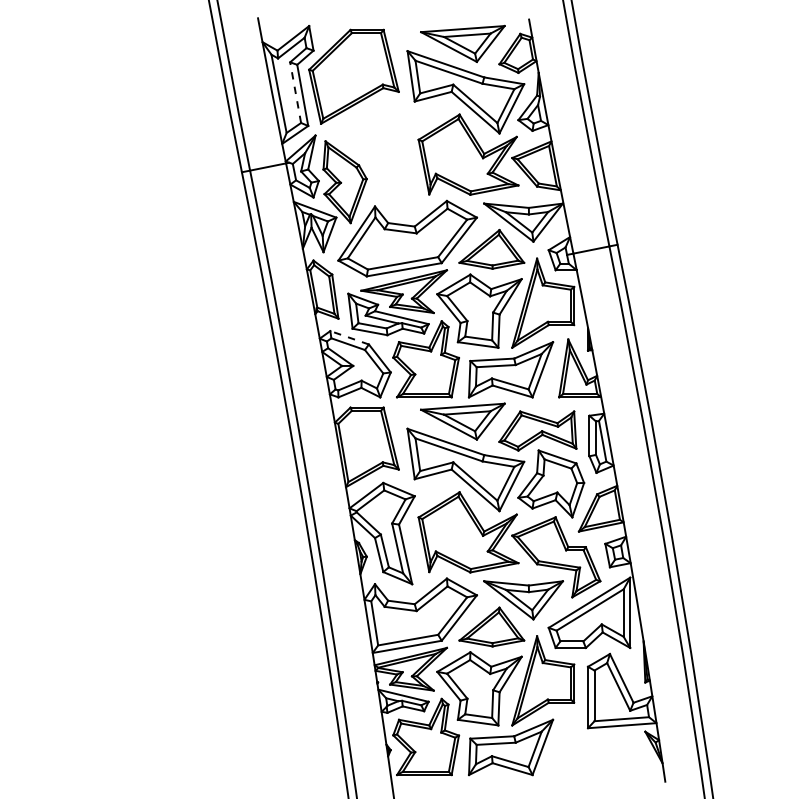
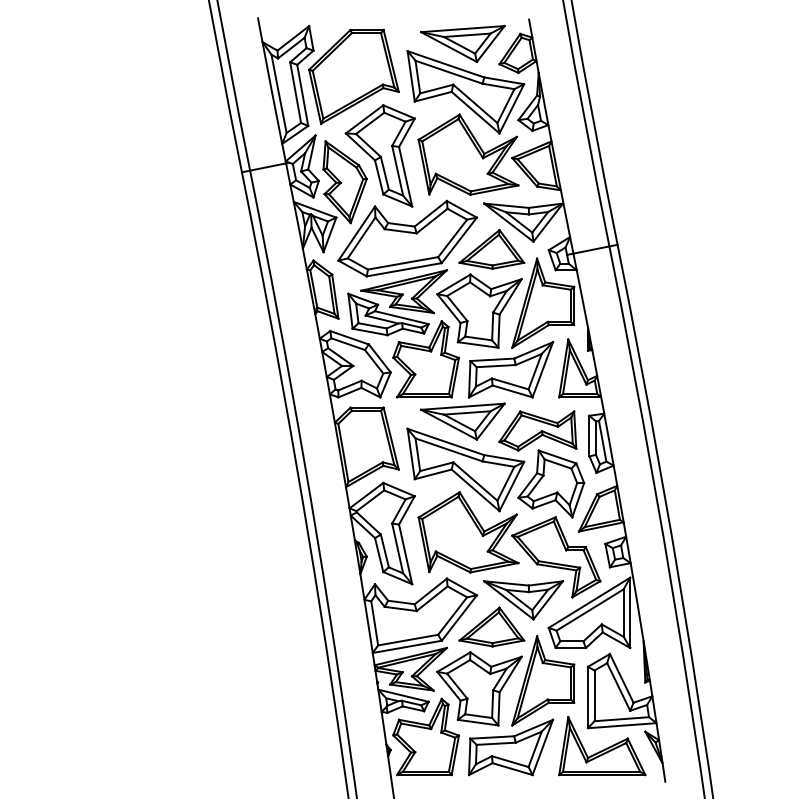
line at (295, 92): dashed -> solid
part at (379, 155): none -> present
line at (349, 337): dashed -> solid
part at (602, 746): none -> present
